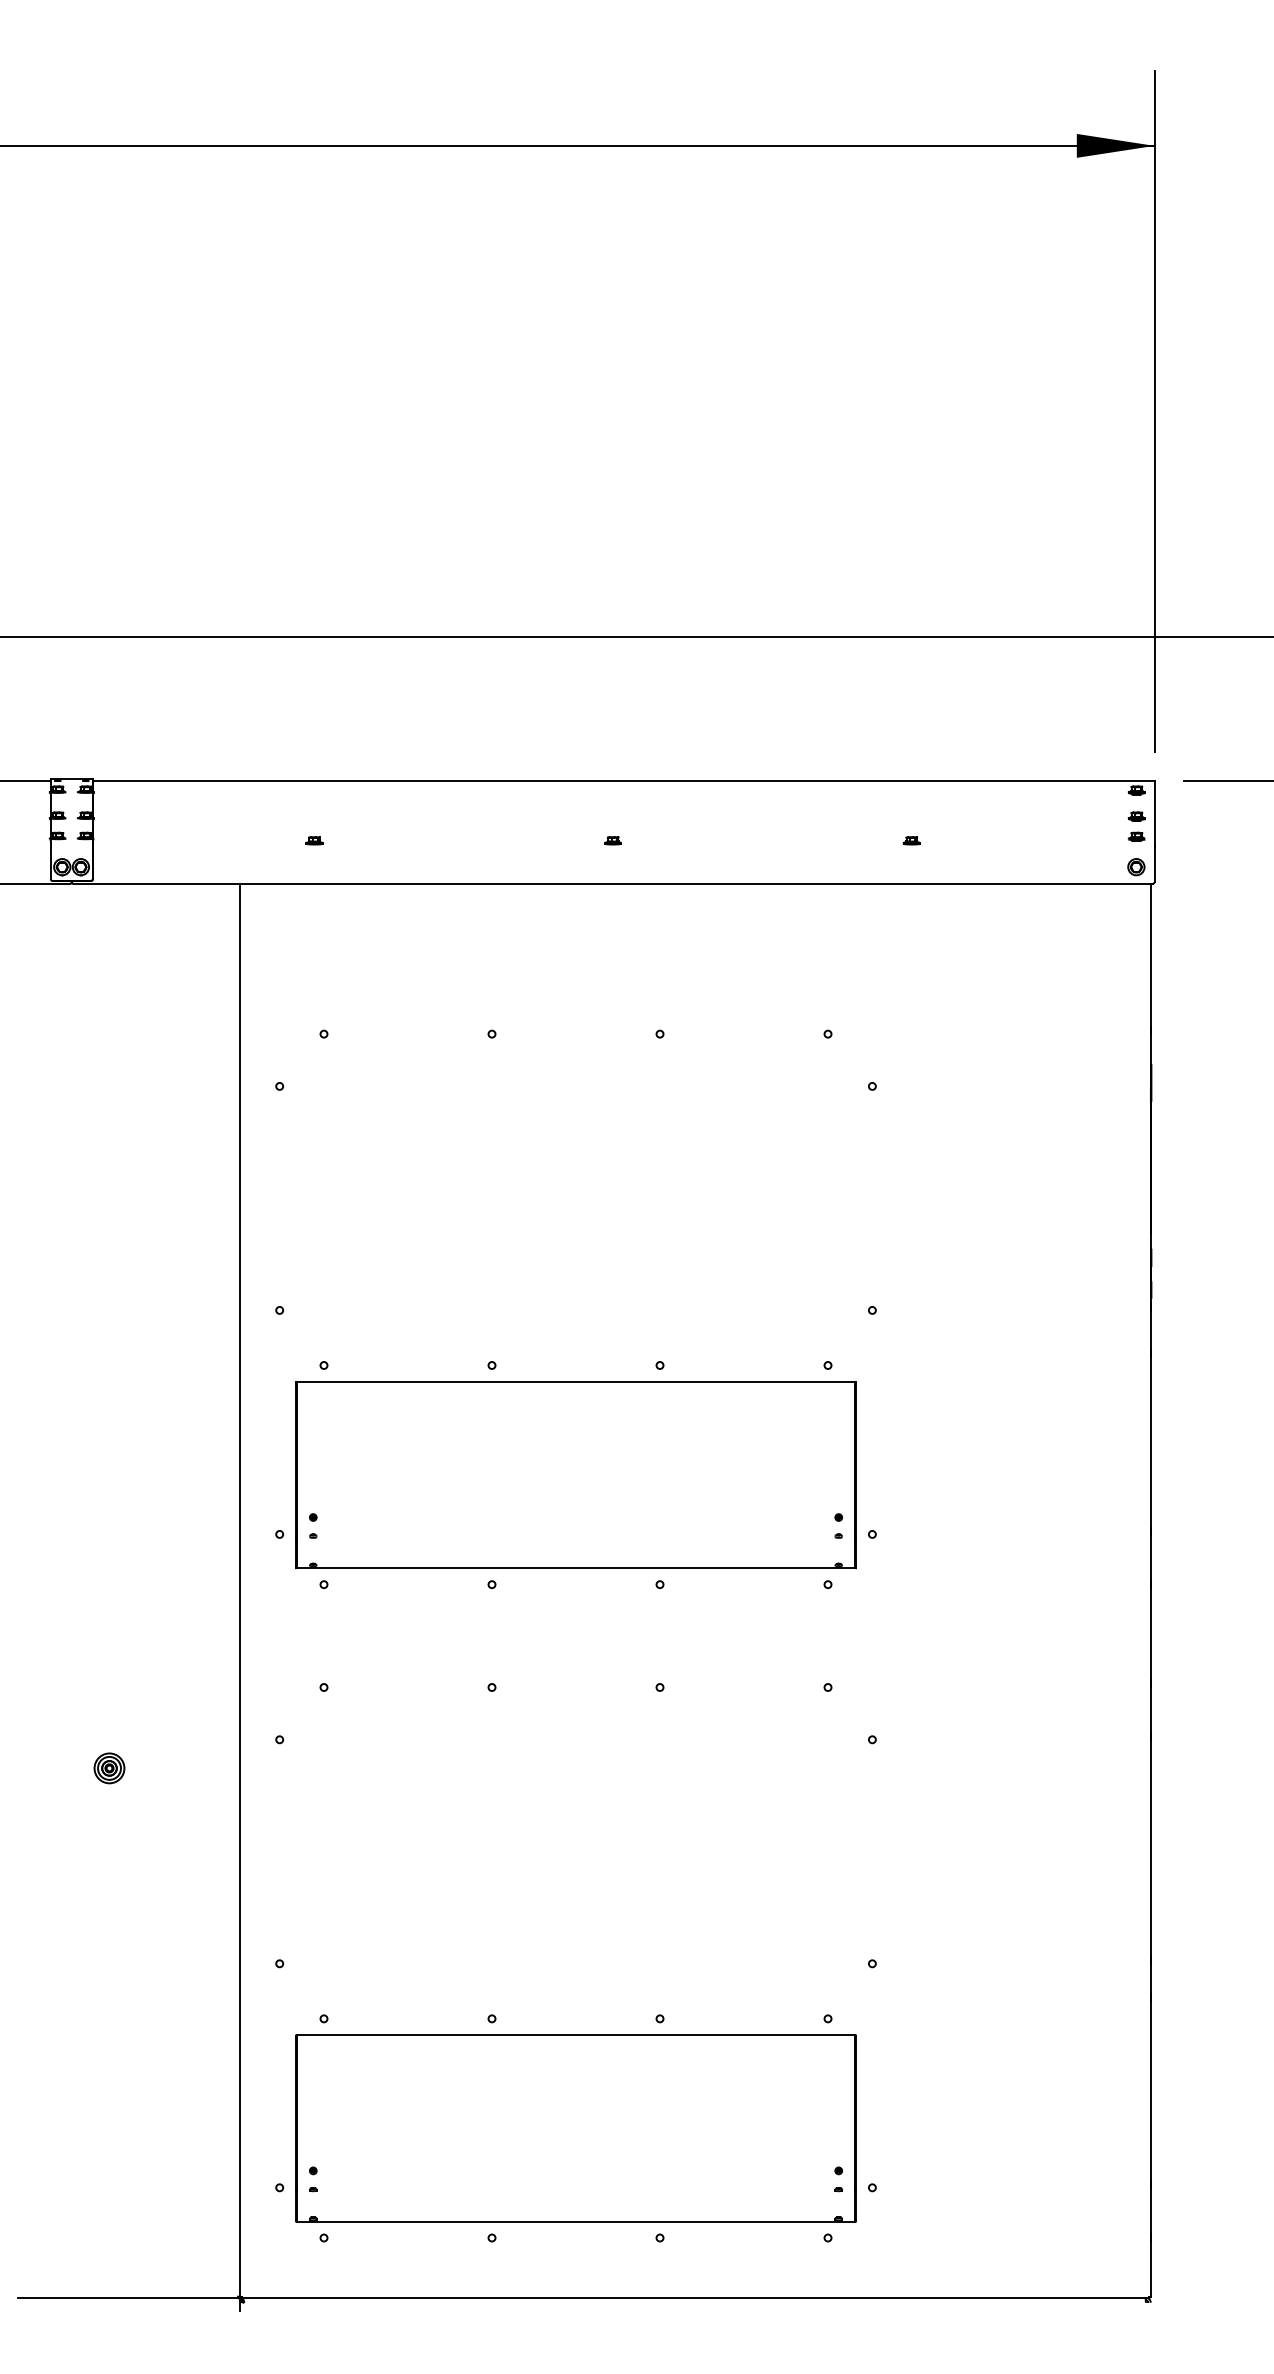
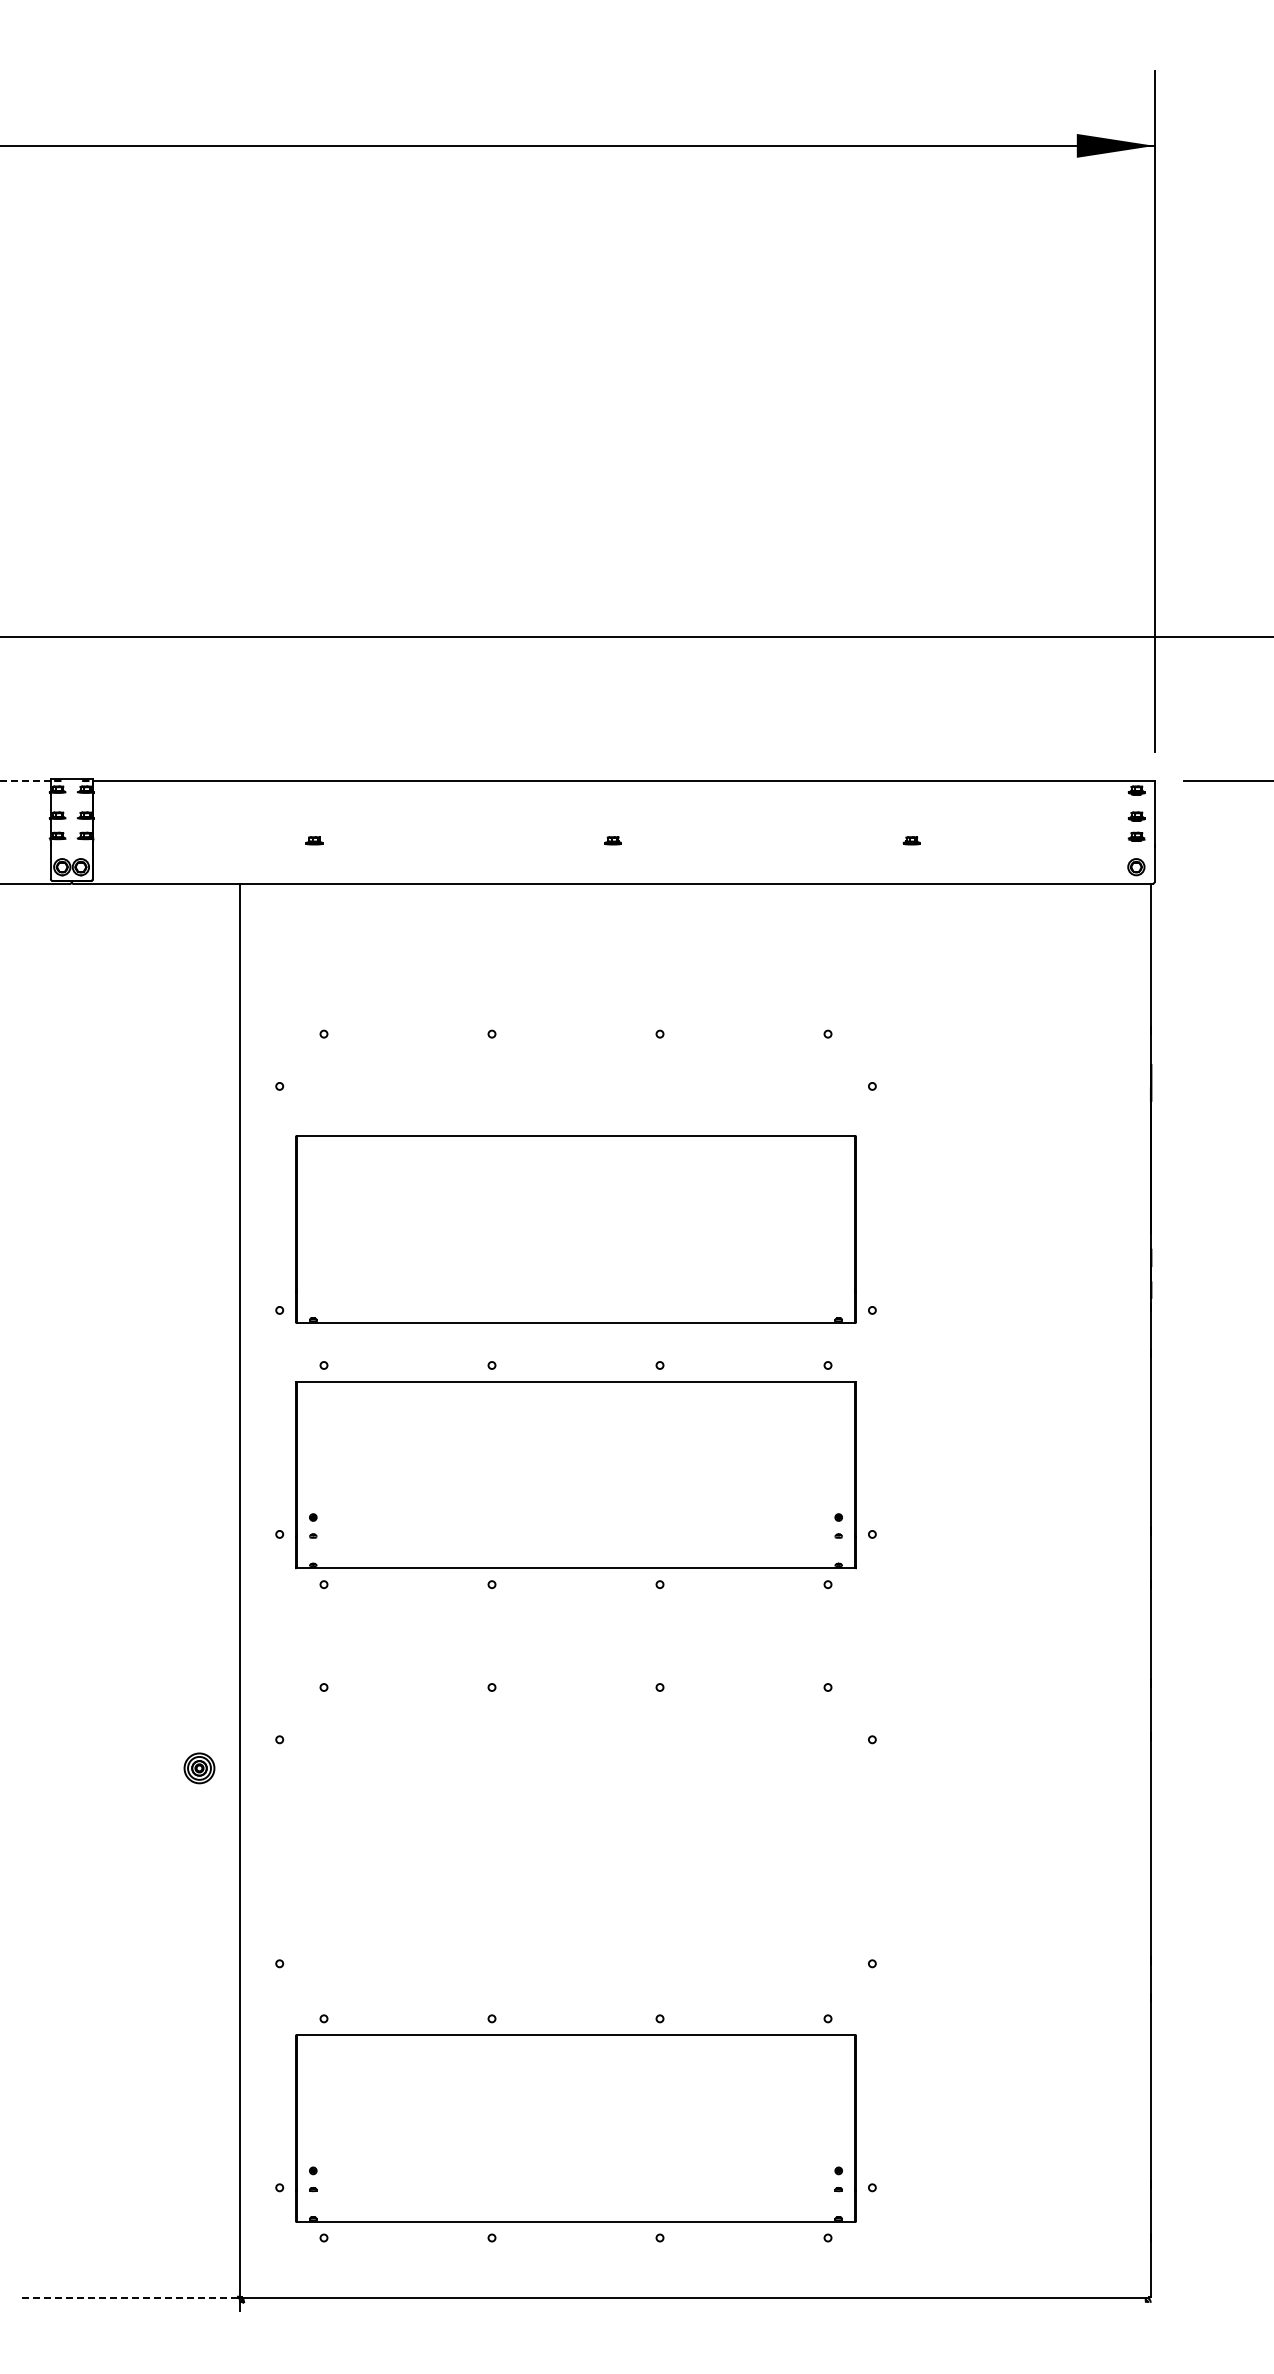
line at (25, 781): solid -> dashed
part at (575, 1229): none -> present
part at (109, 1768) position: (109, 1768) -> (199, 1768)
line at (127, 2298): solid -> dashed
